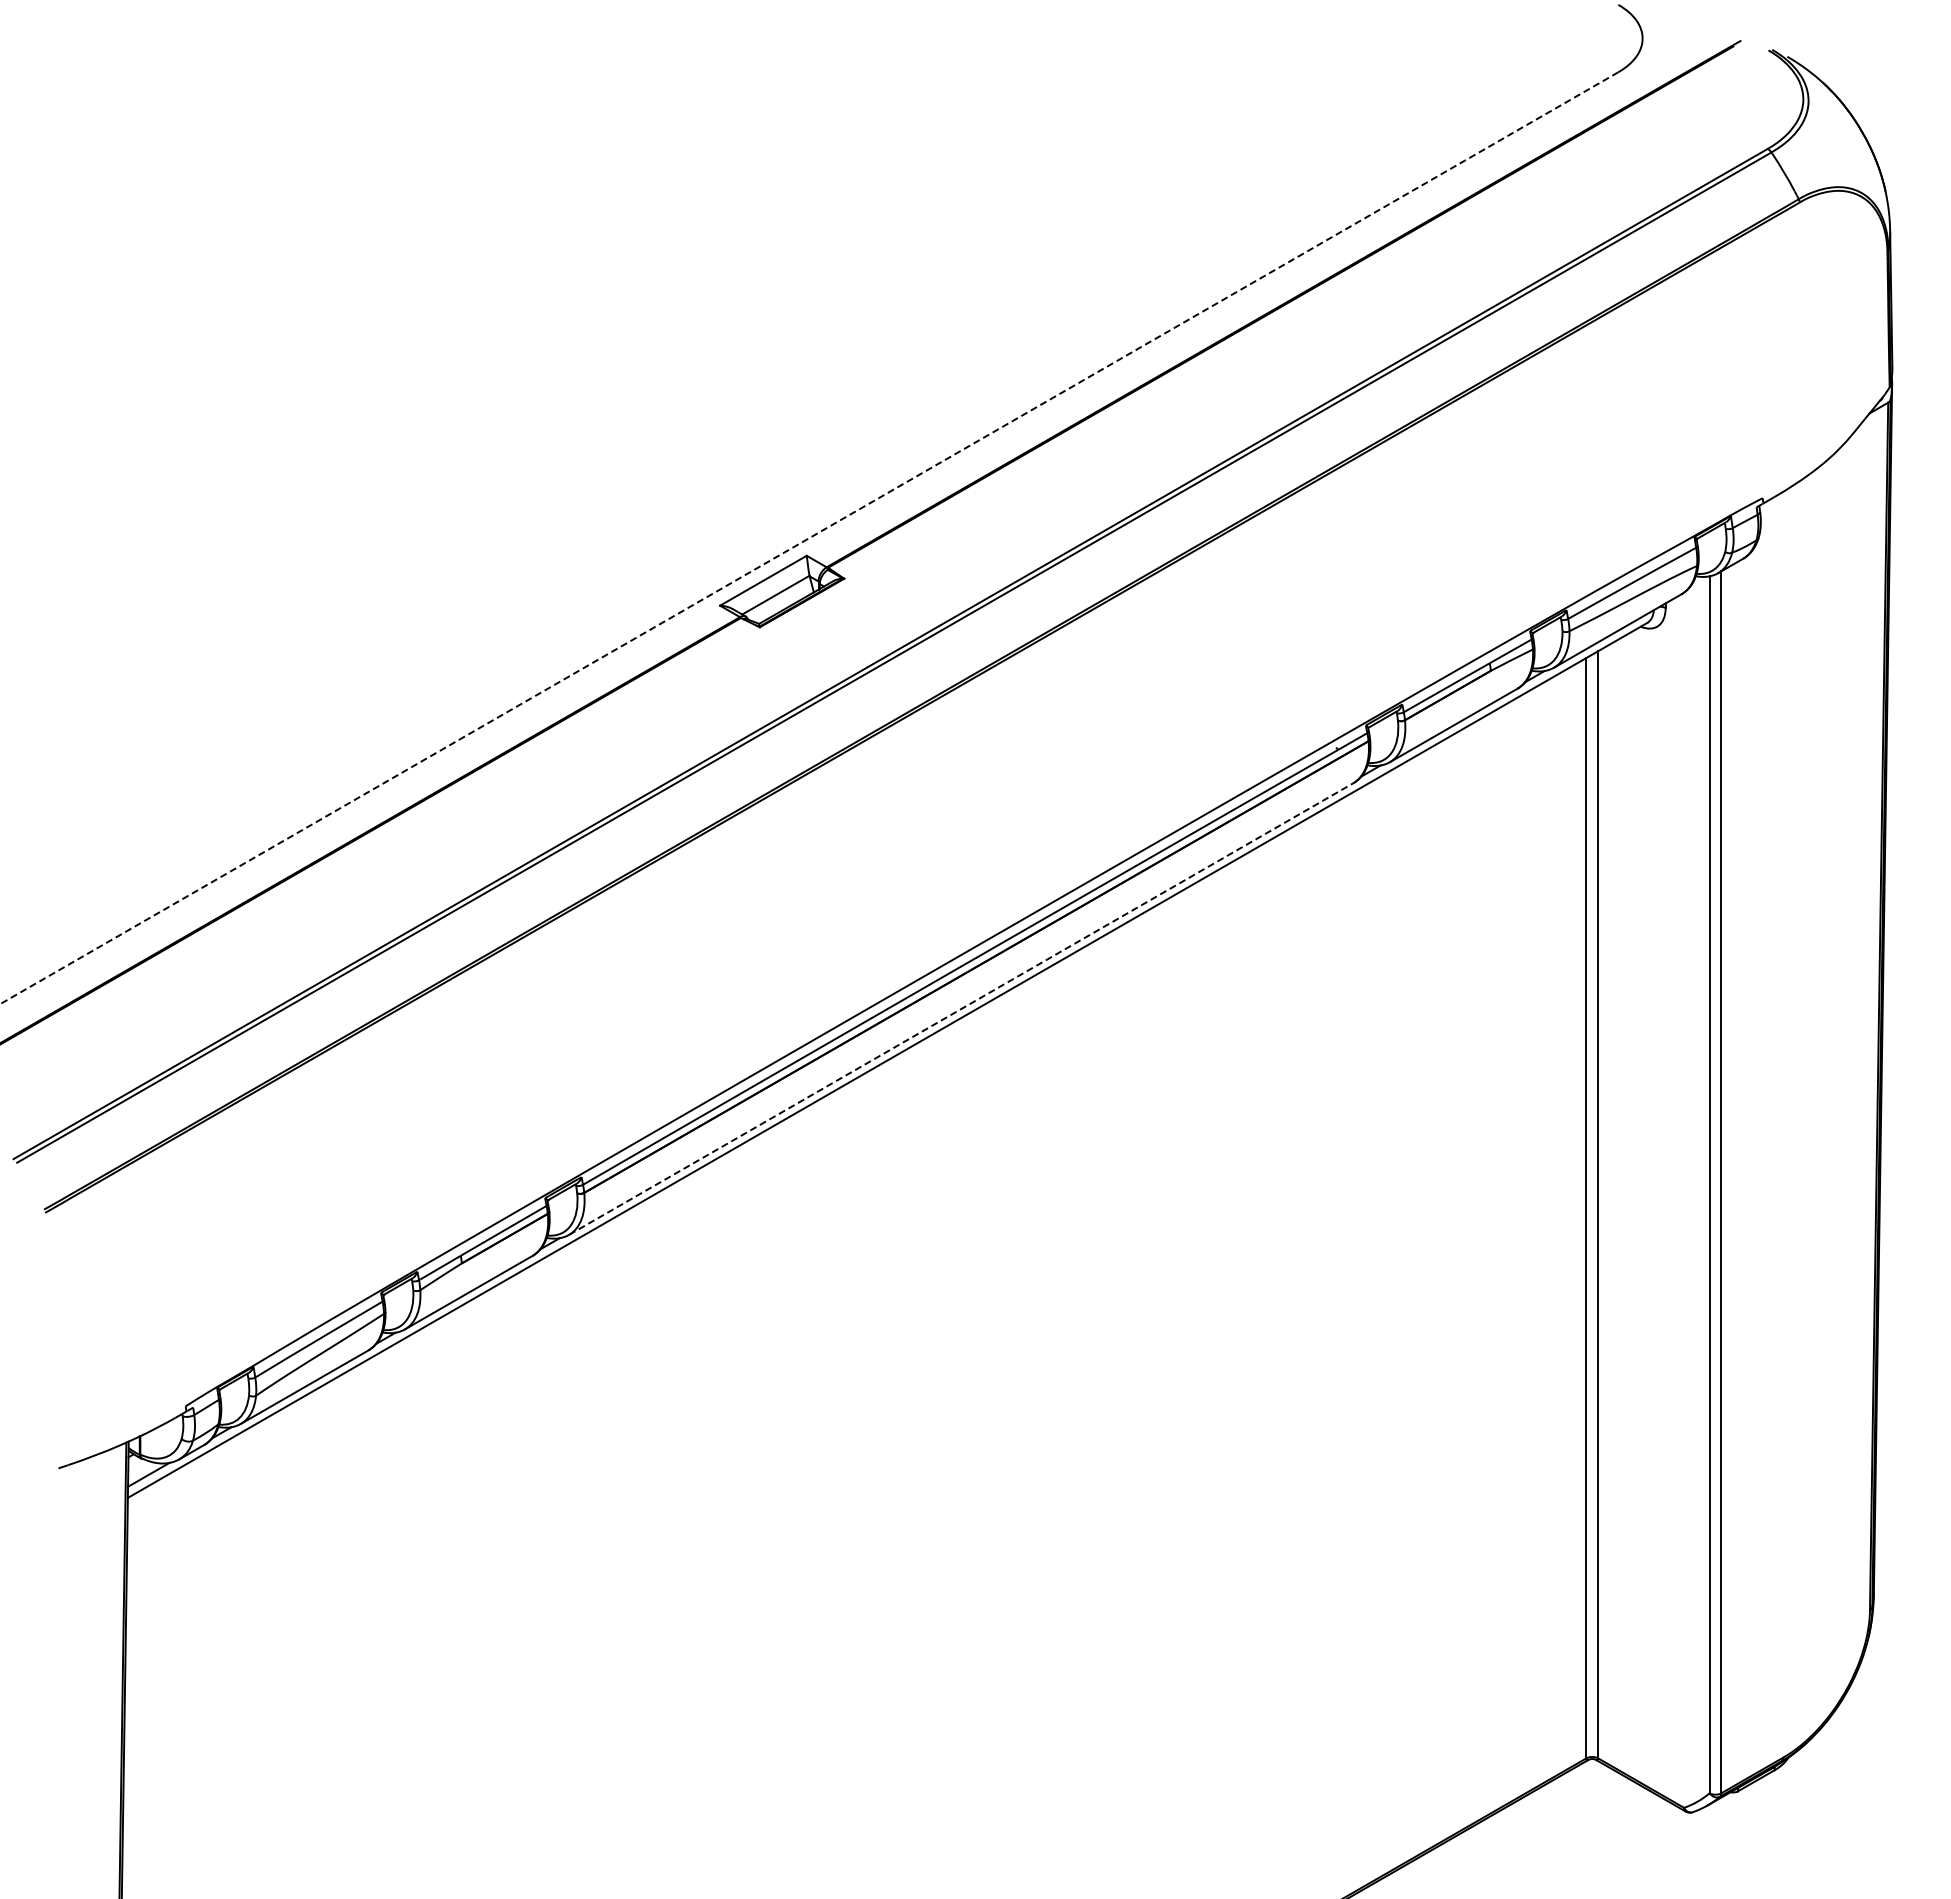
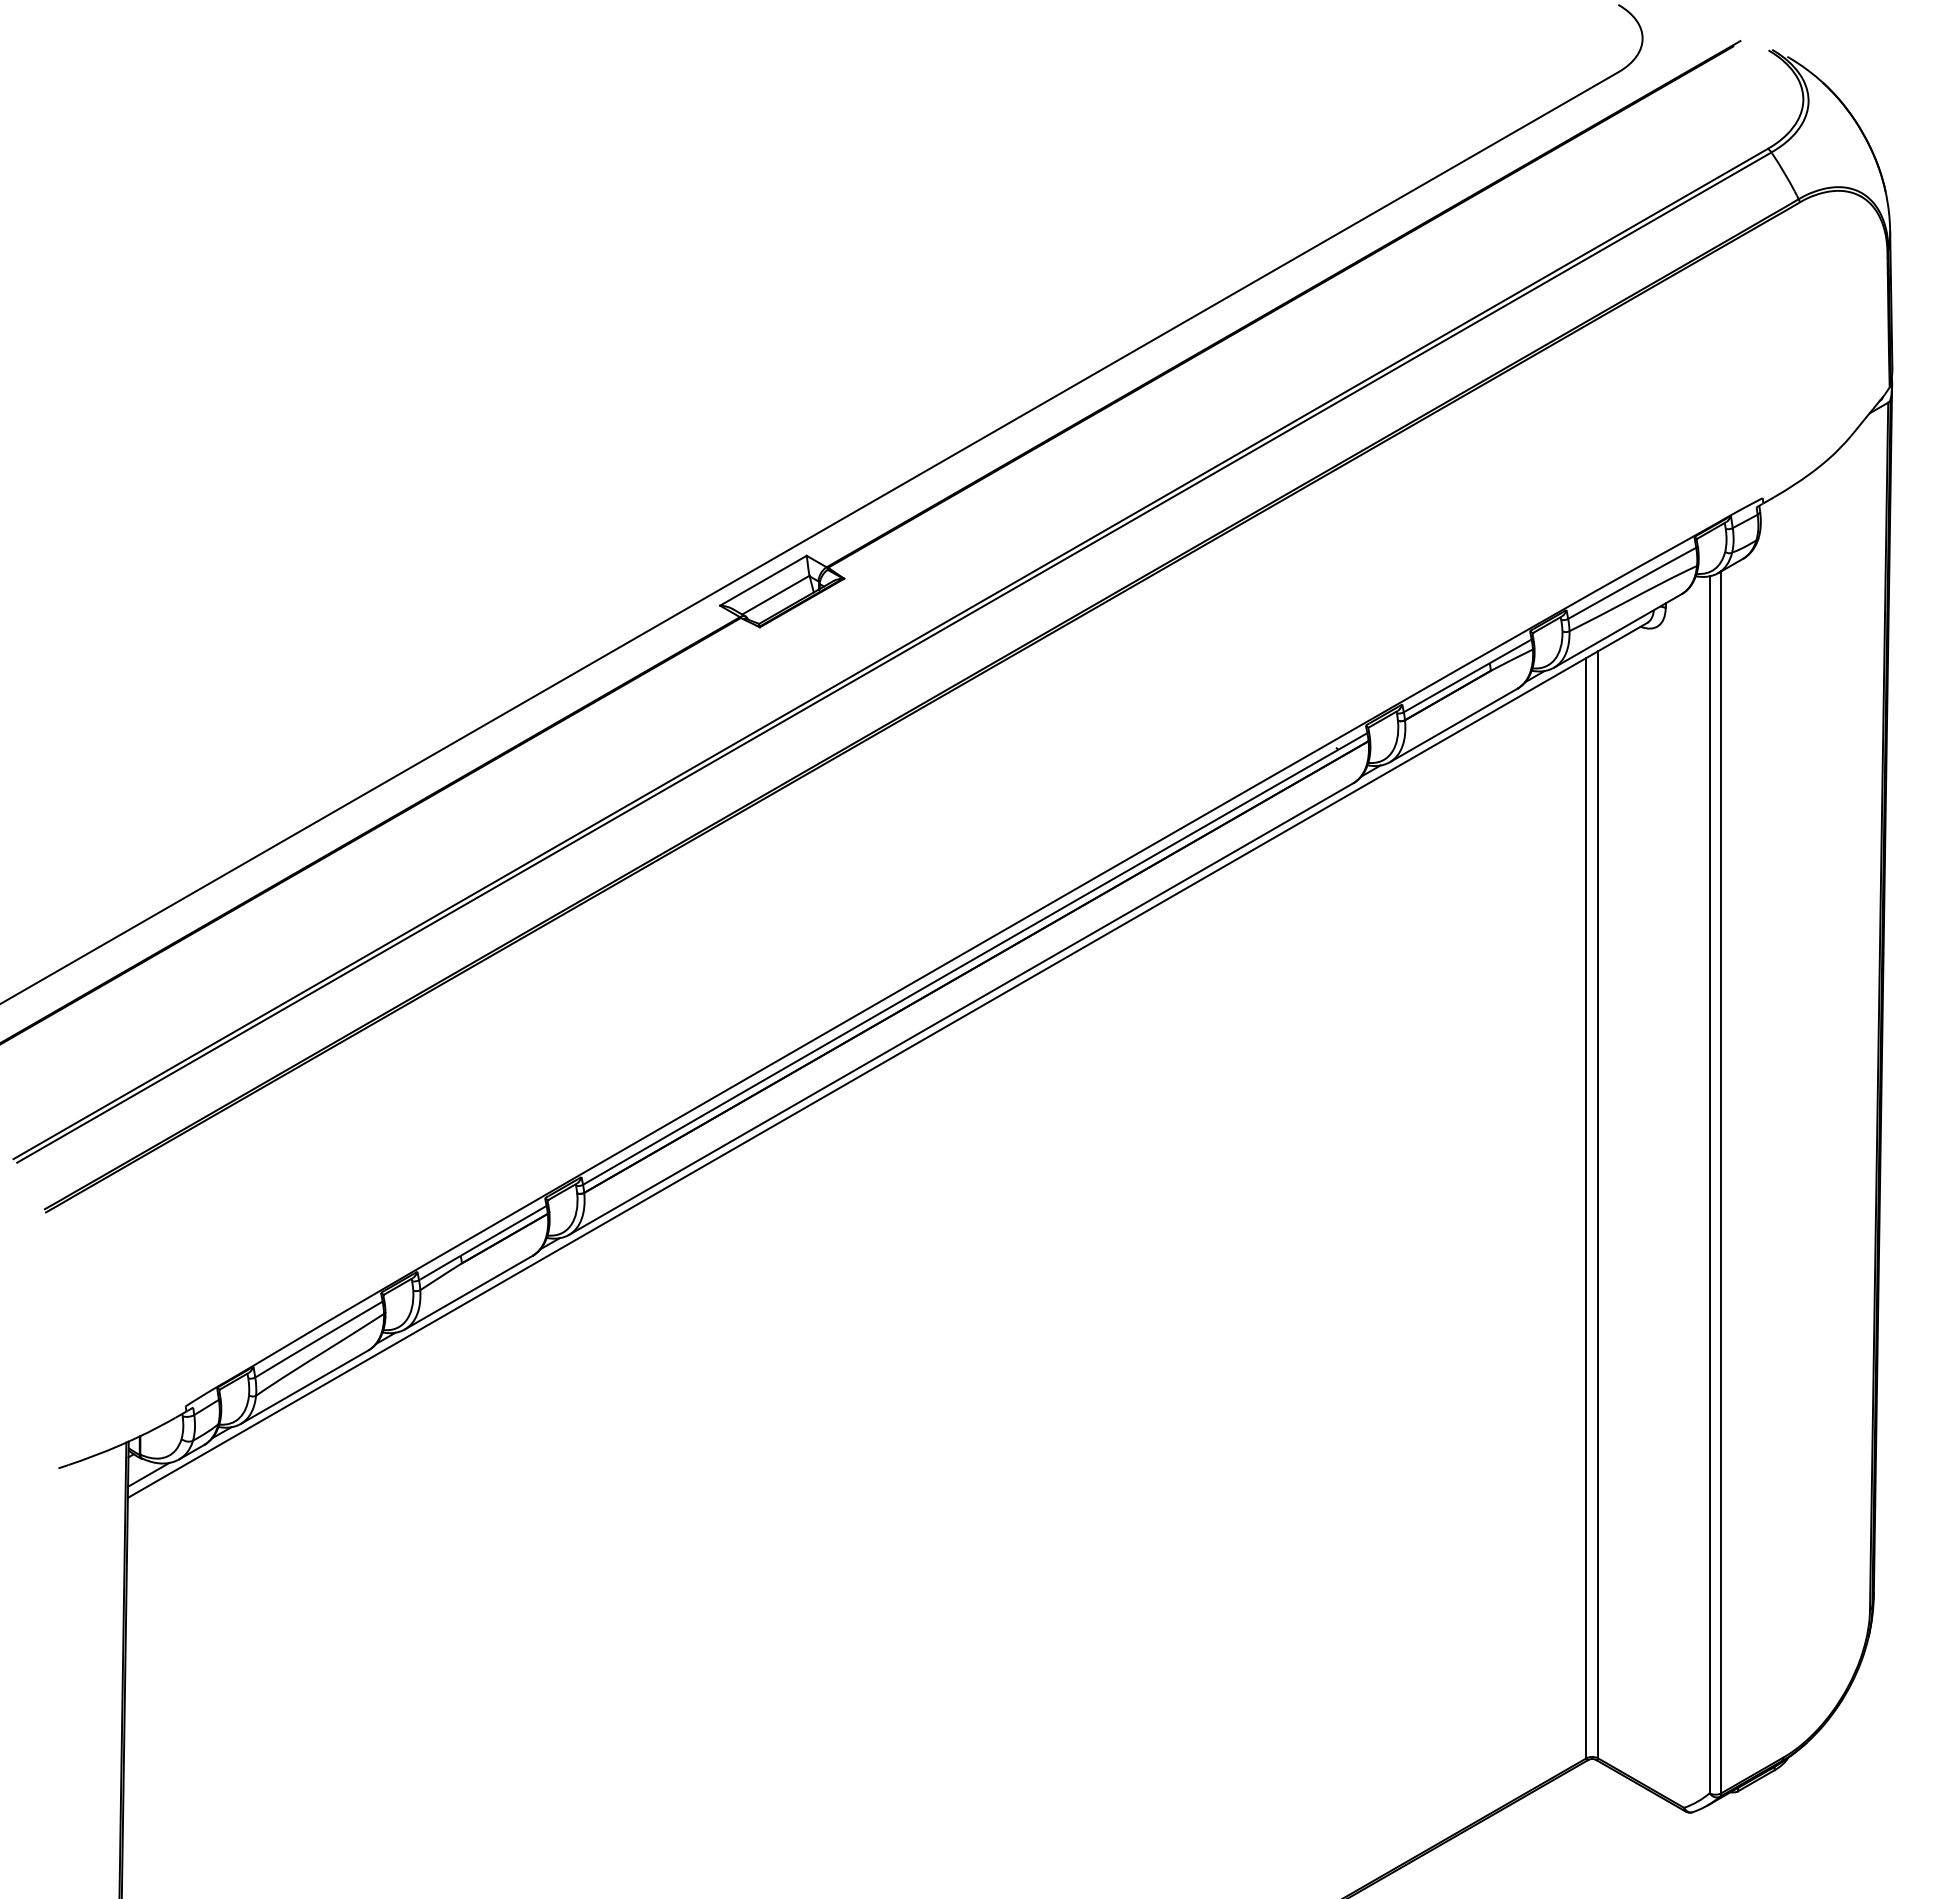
line at (809, 538): dashed -> solid
line at (961, 1008): dashed -> solid
